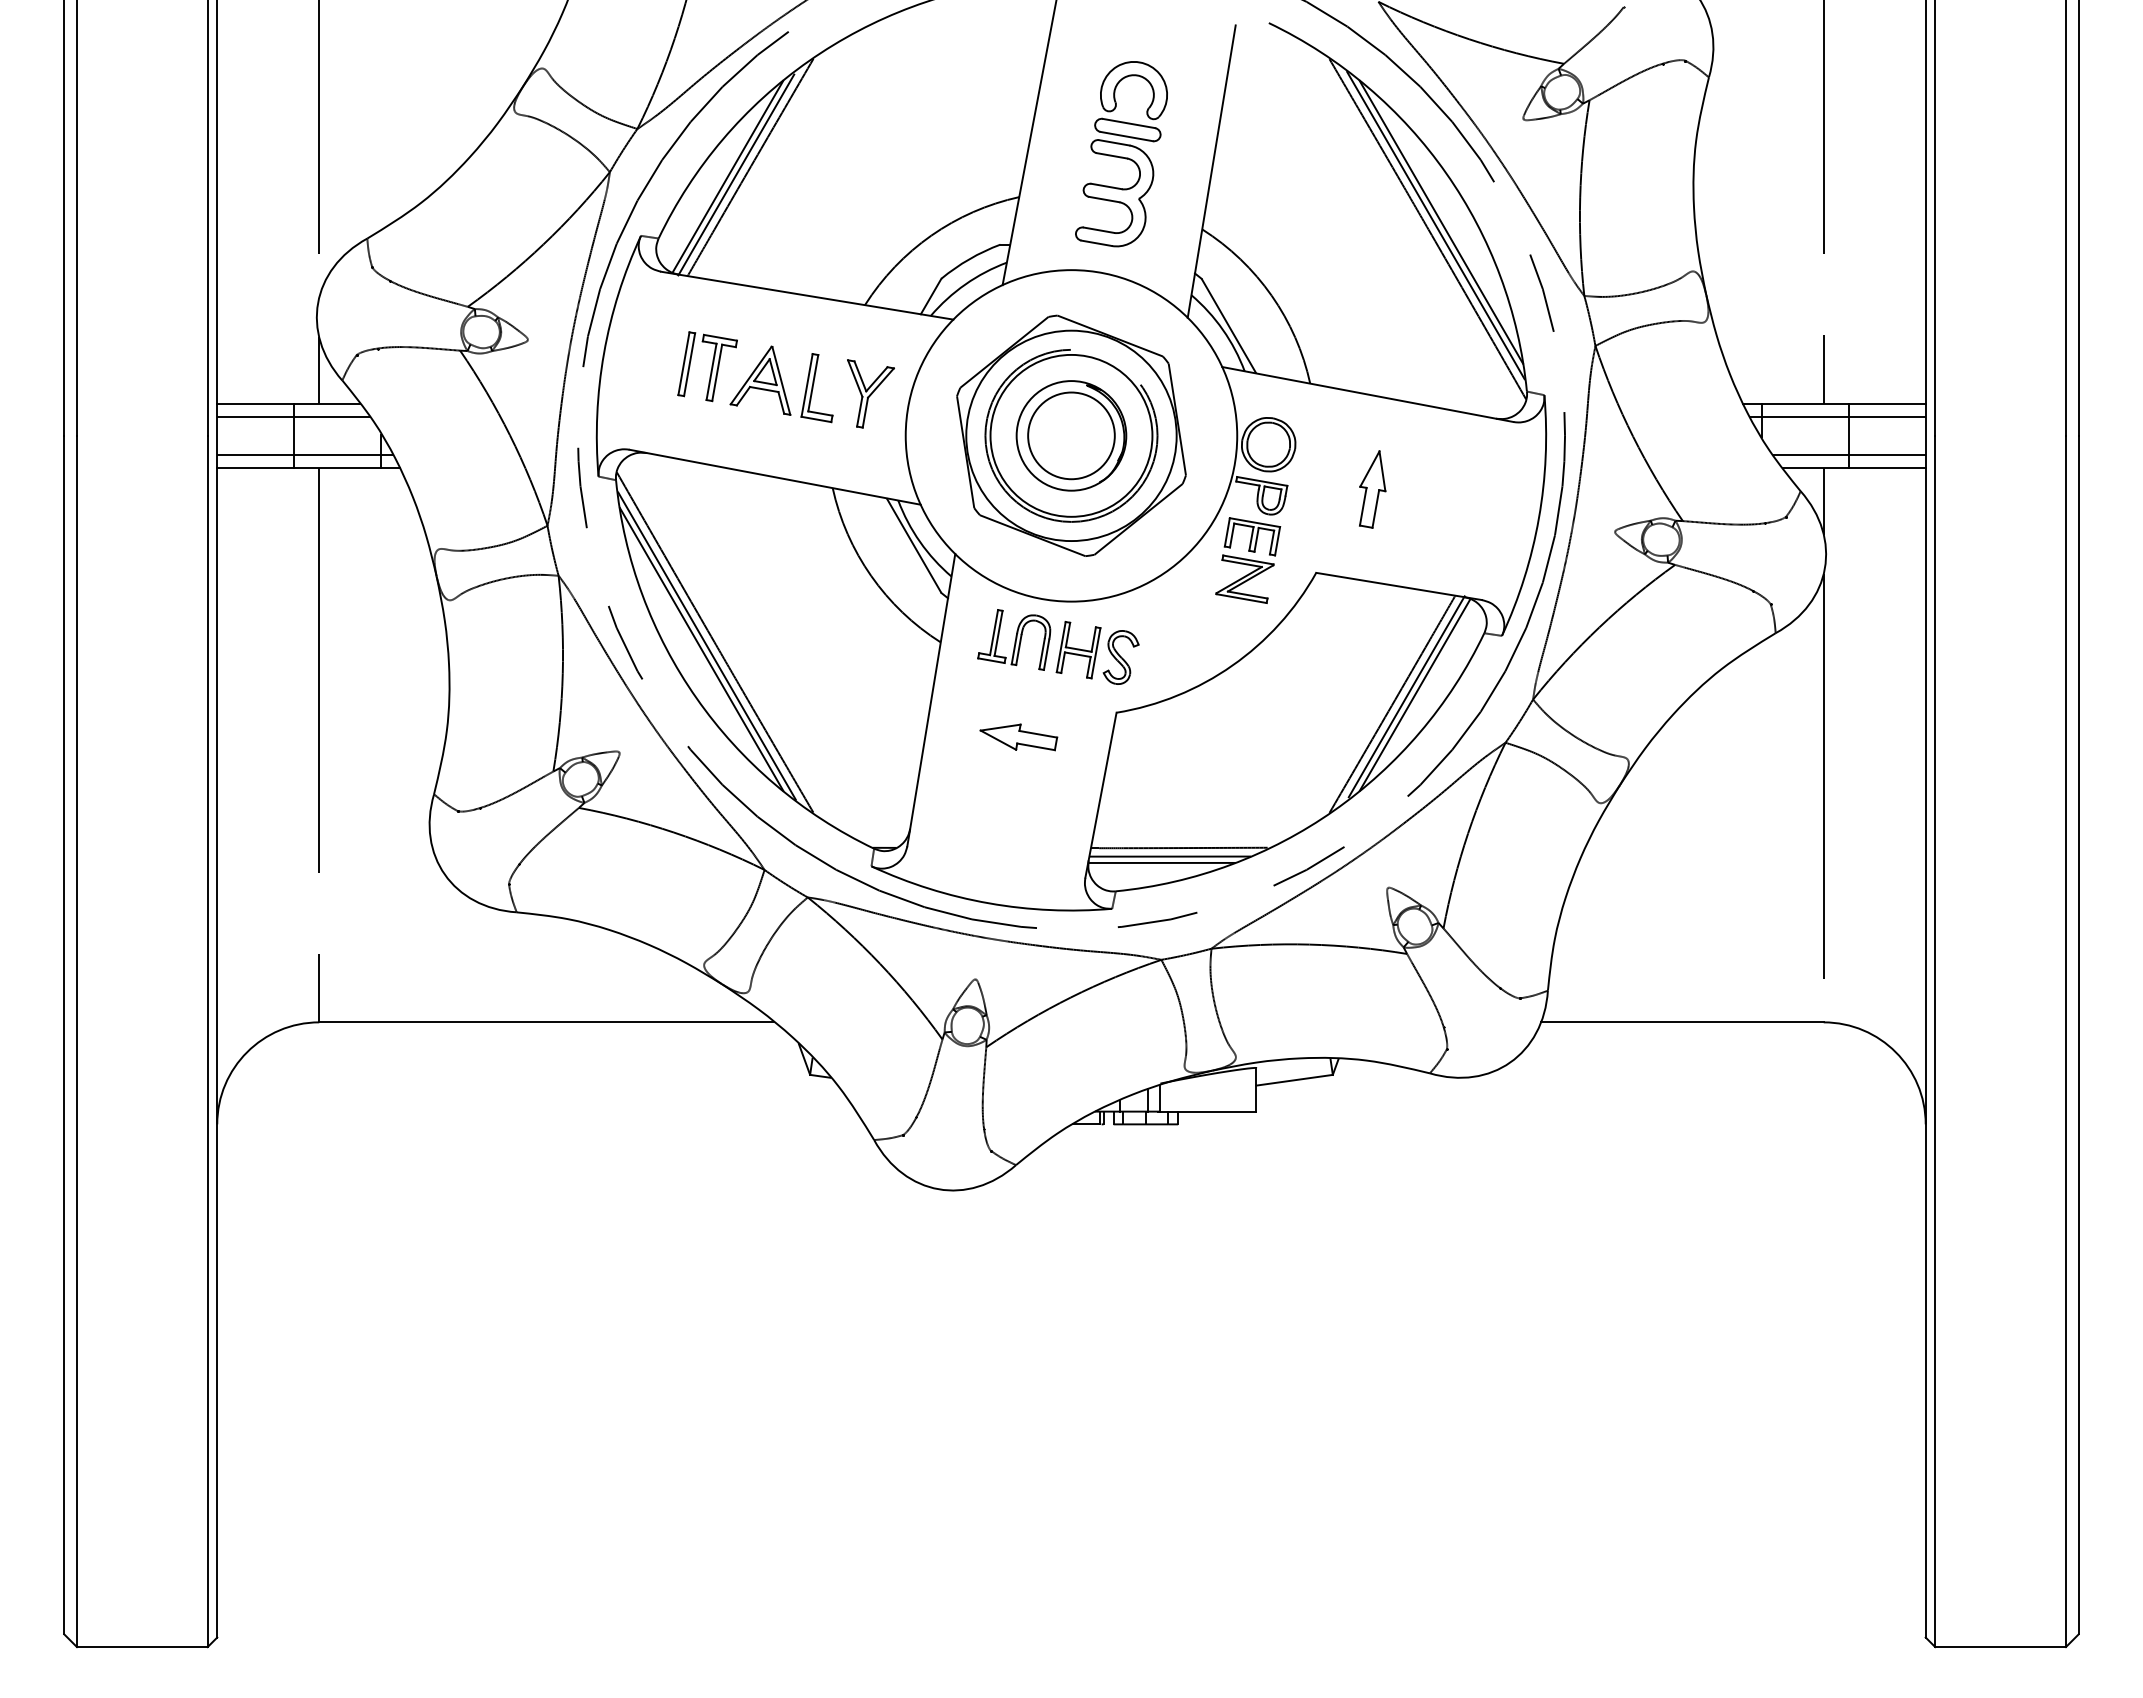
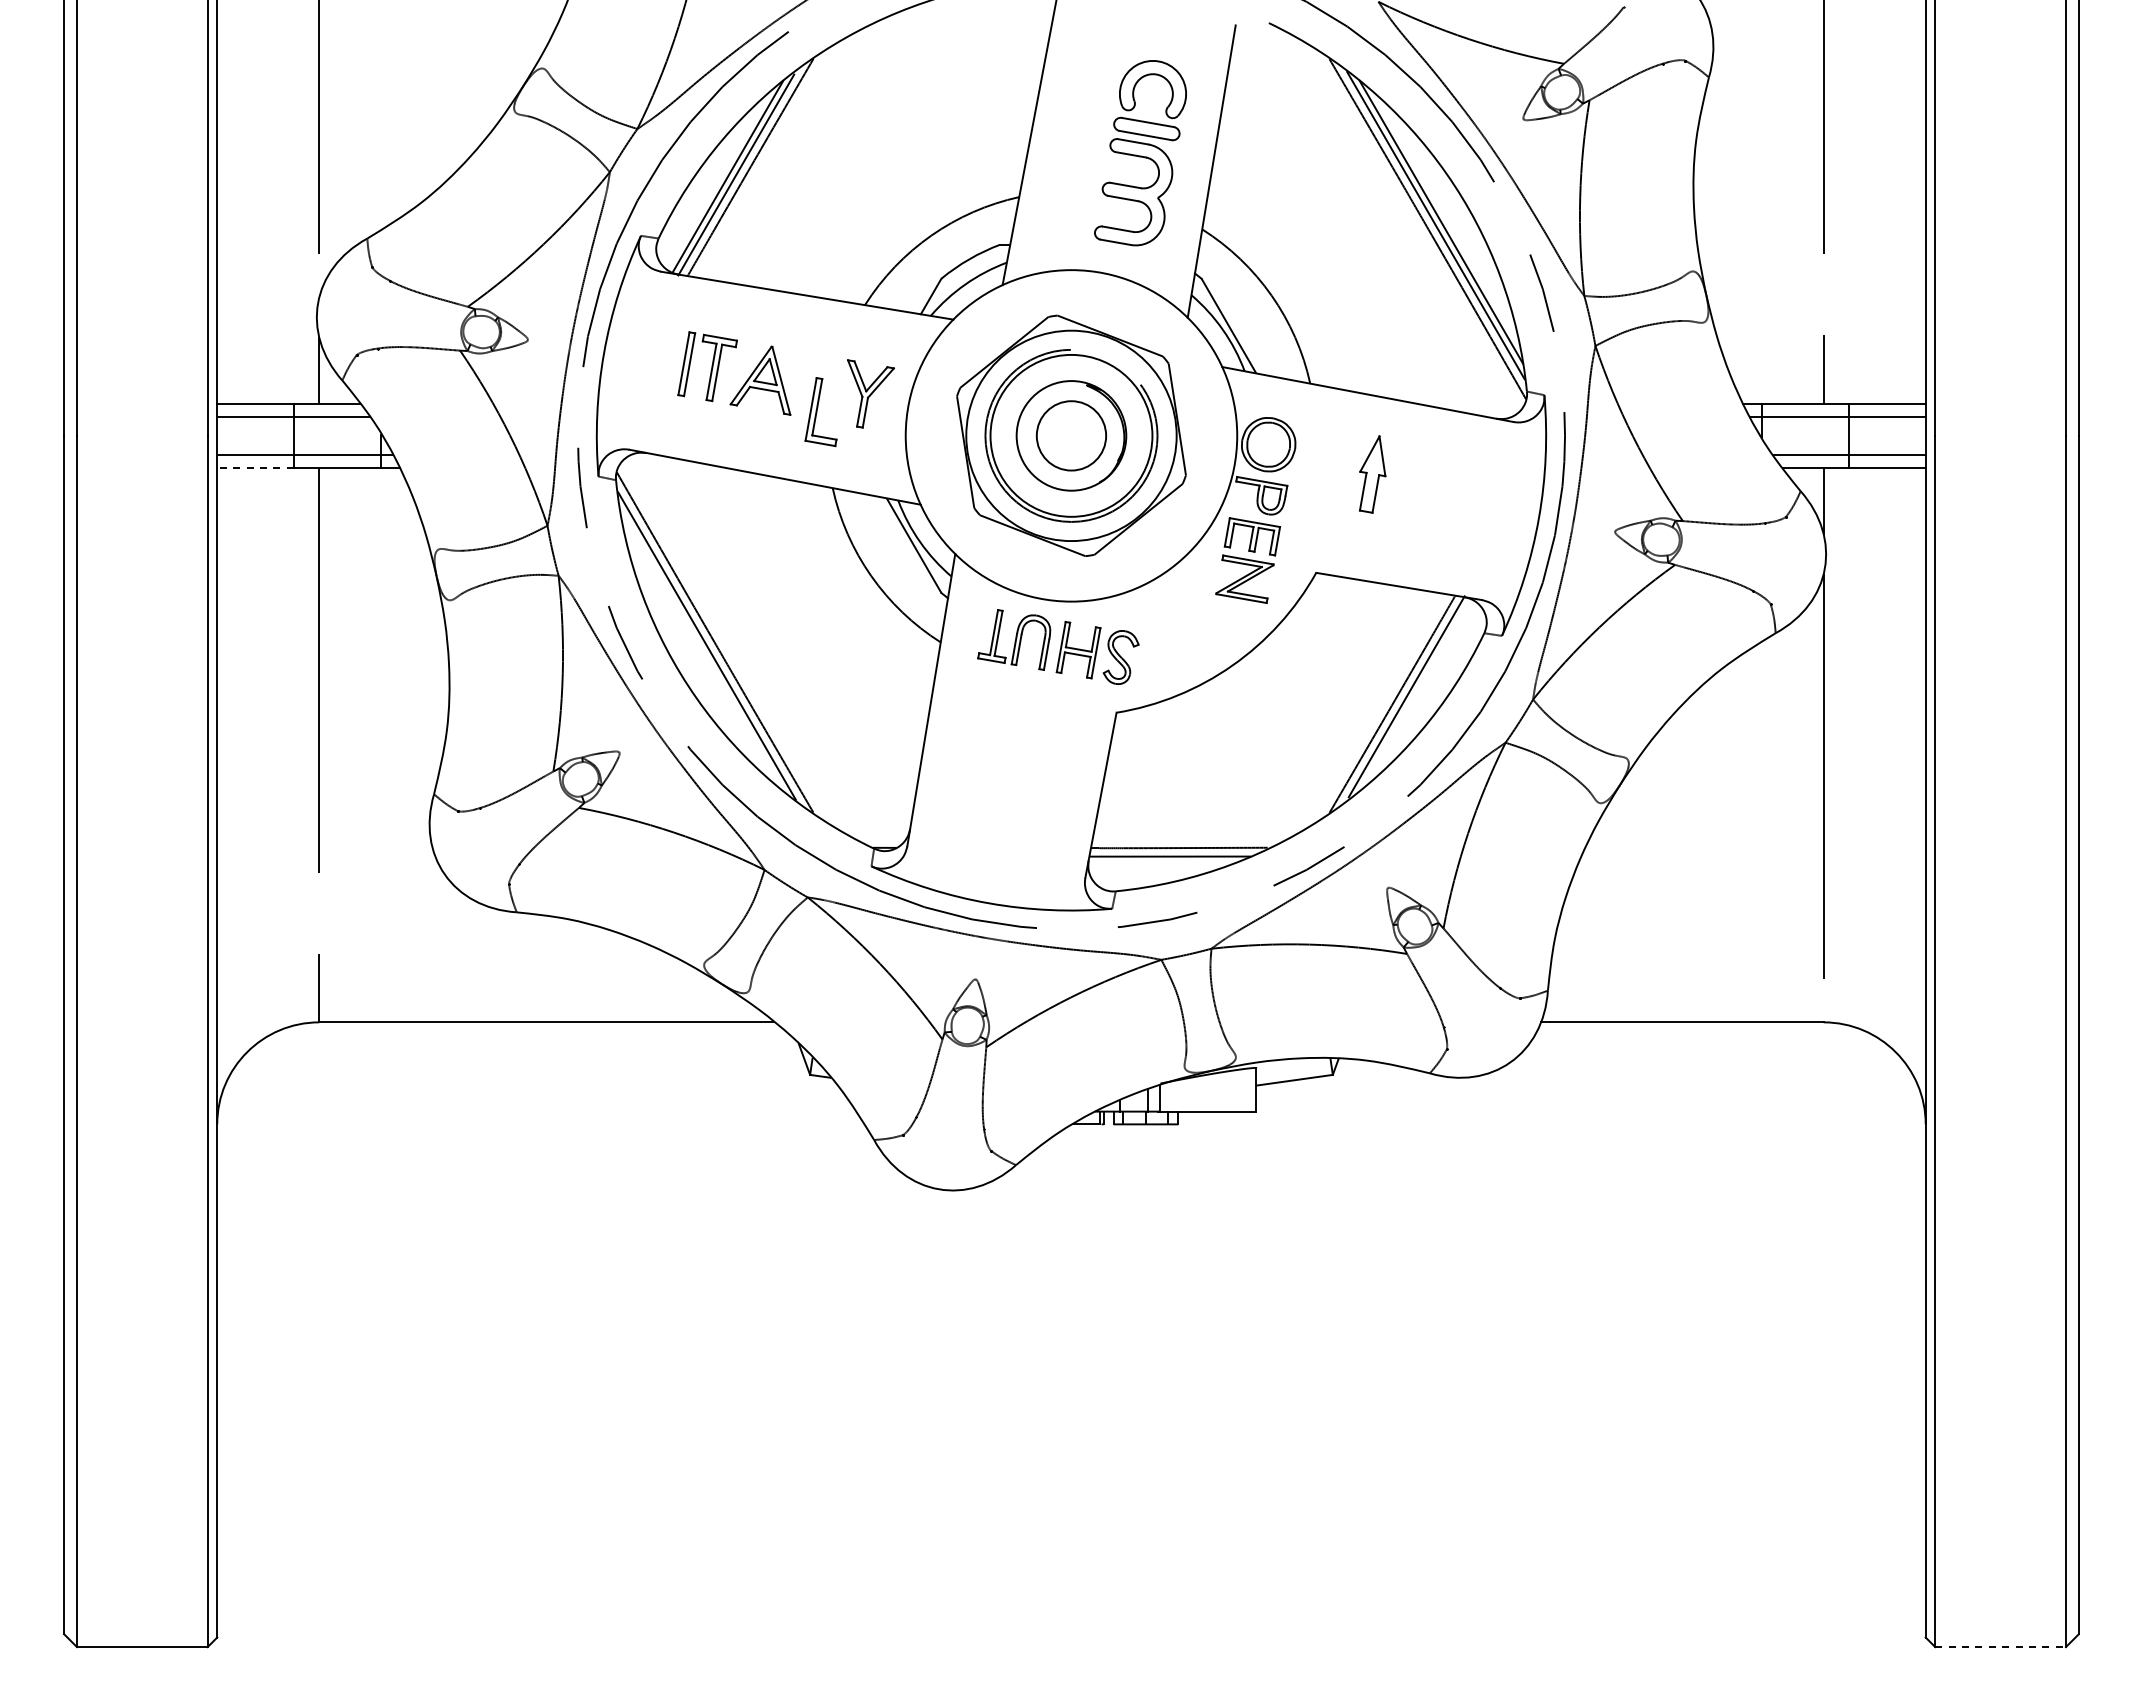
part at (1121, 154) position: (1121, 154) -> (1140, 153)
part at (816, 388) position: (816, 388) -> (820, 412)
circle at (1071, 435) diameter: 87 px -> 69 px
line at (255, 467): solid -> dashed
part at (1372, 489) position: (1372, 489) -> (1372, 474)
line at (701, 649): present -> none
line at (1414, 695): present -> none
part at (1018, 737): present -> none
line at (1161, 862): present -> none
line at (2001, 1647): solid -> dashed
